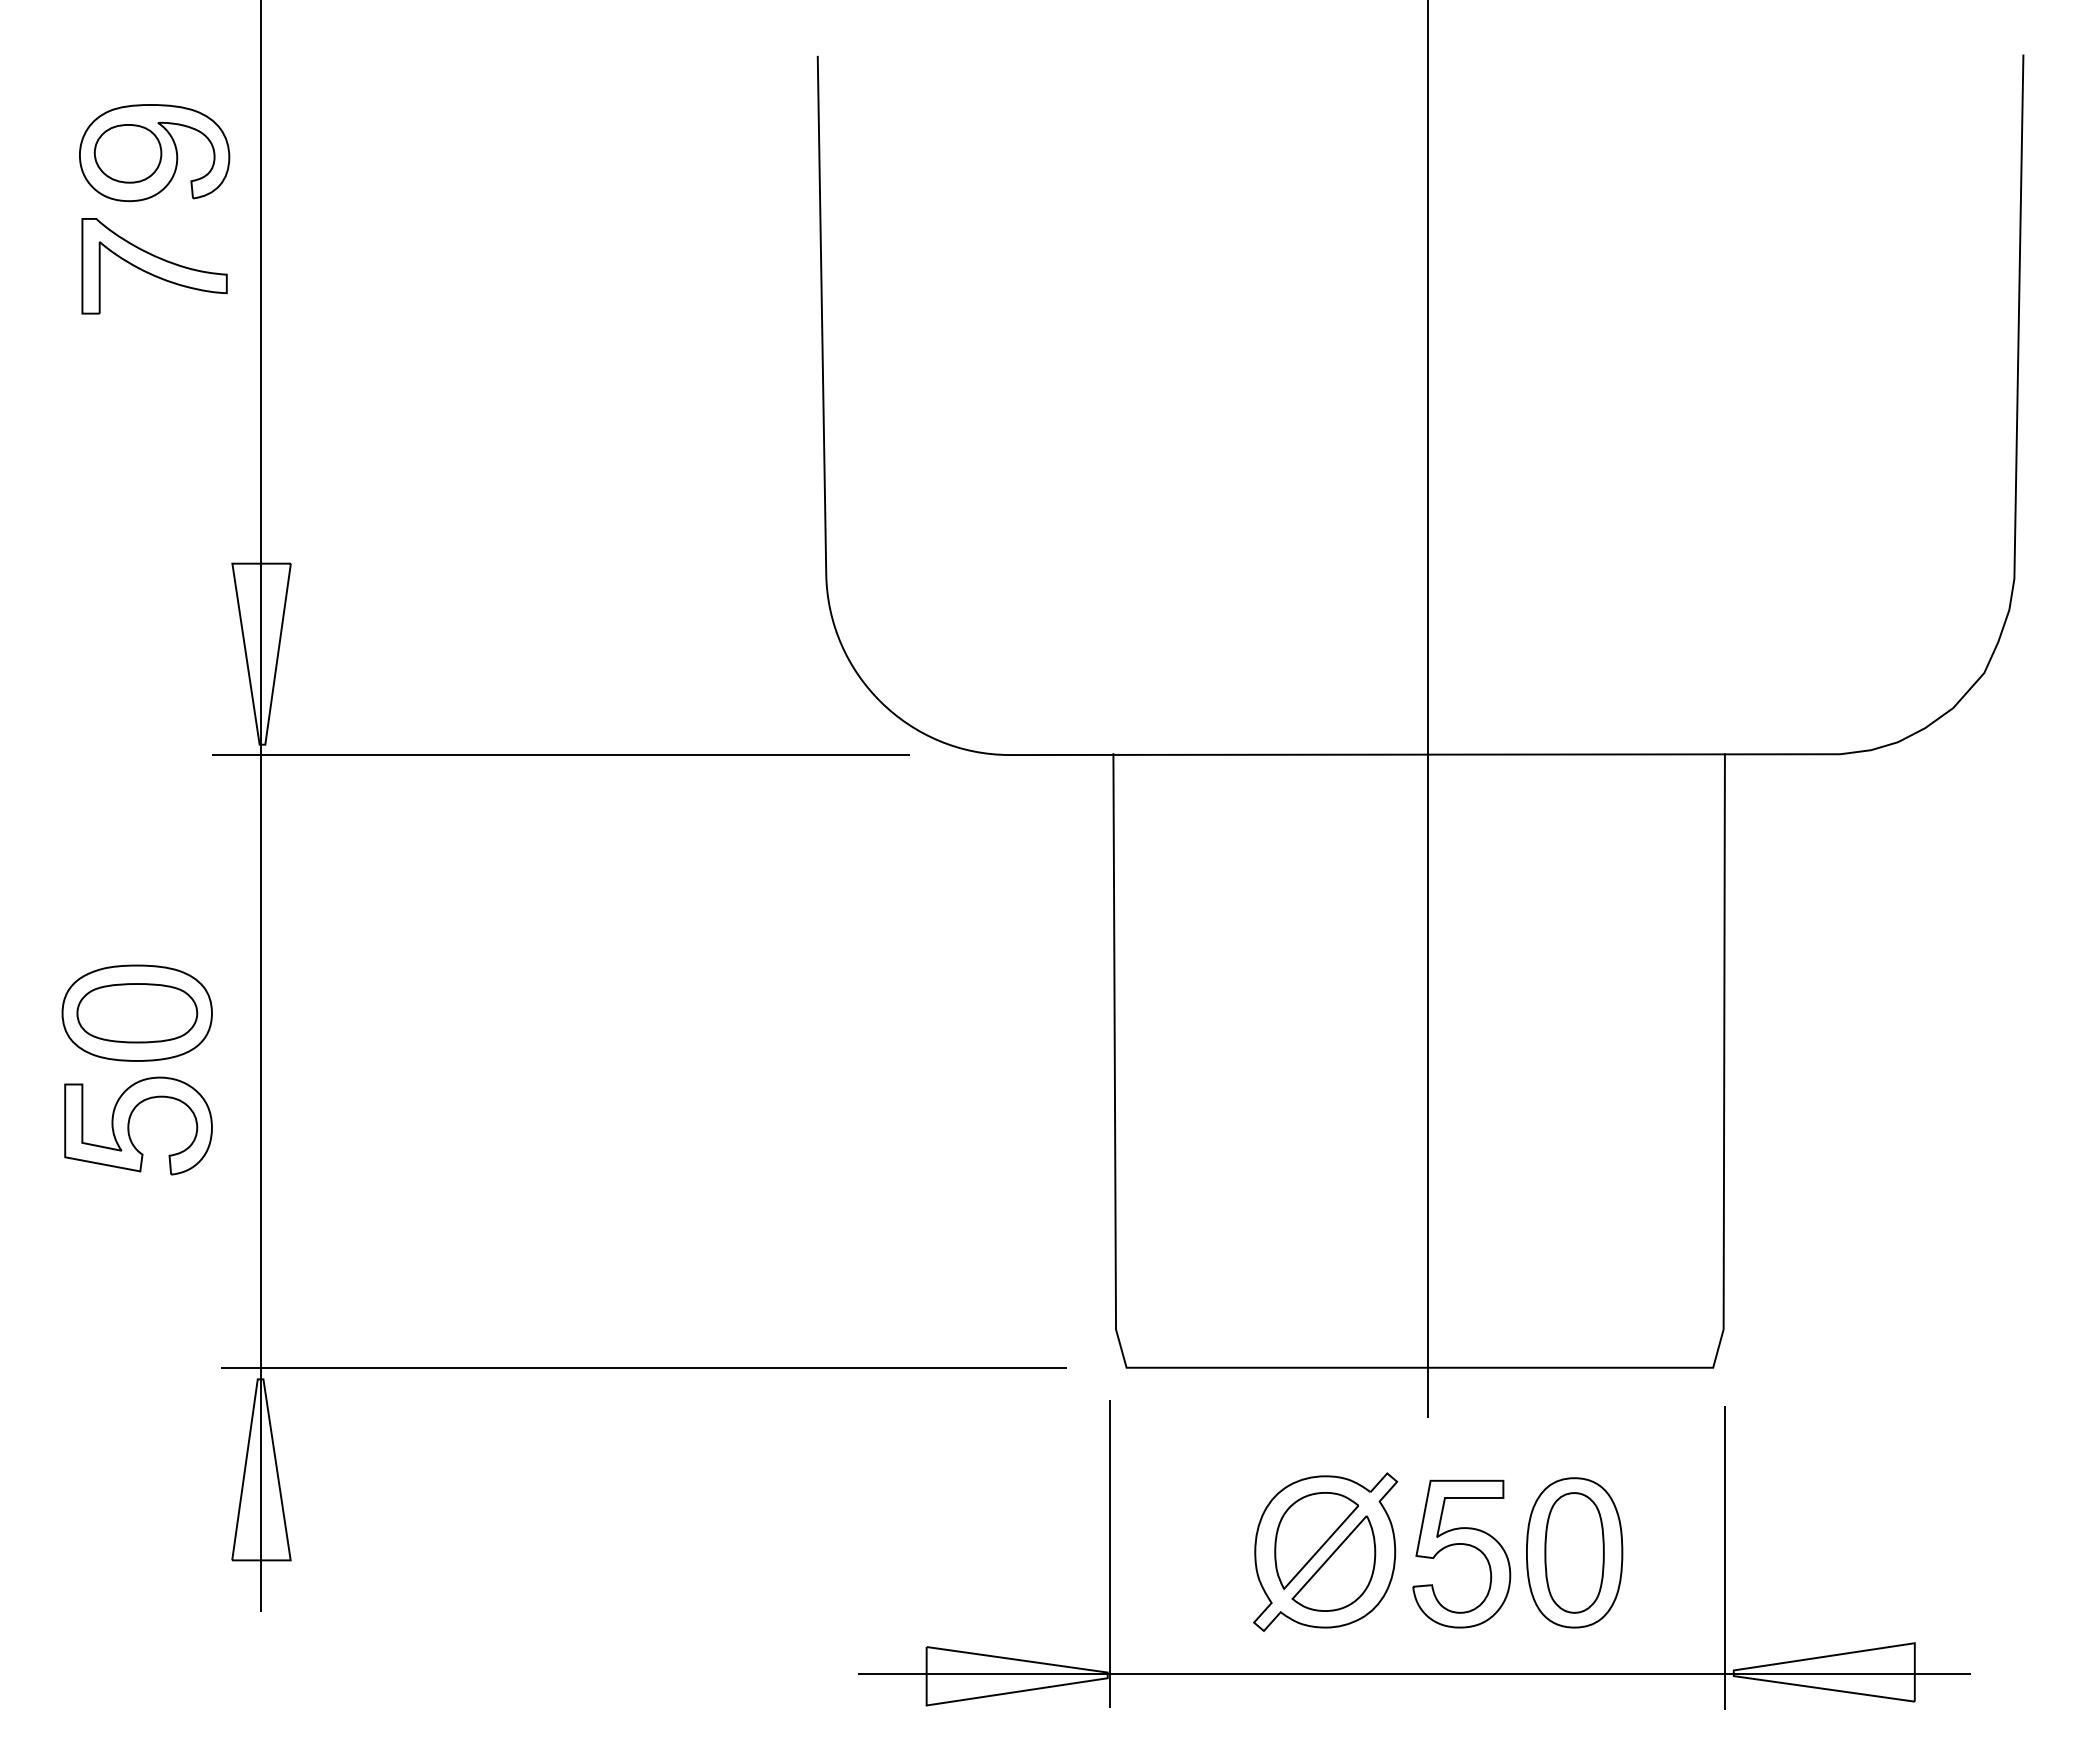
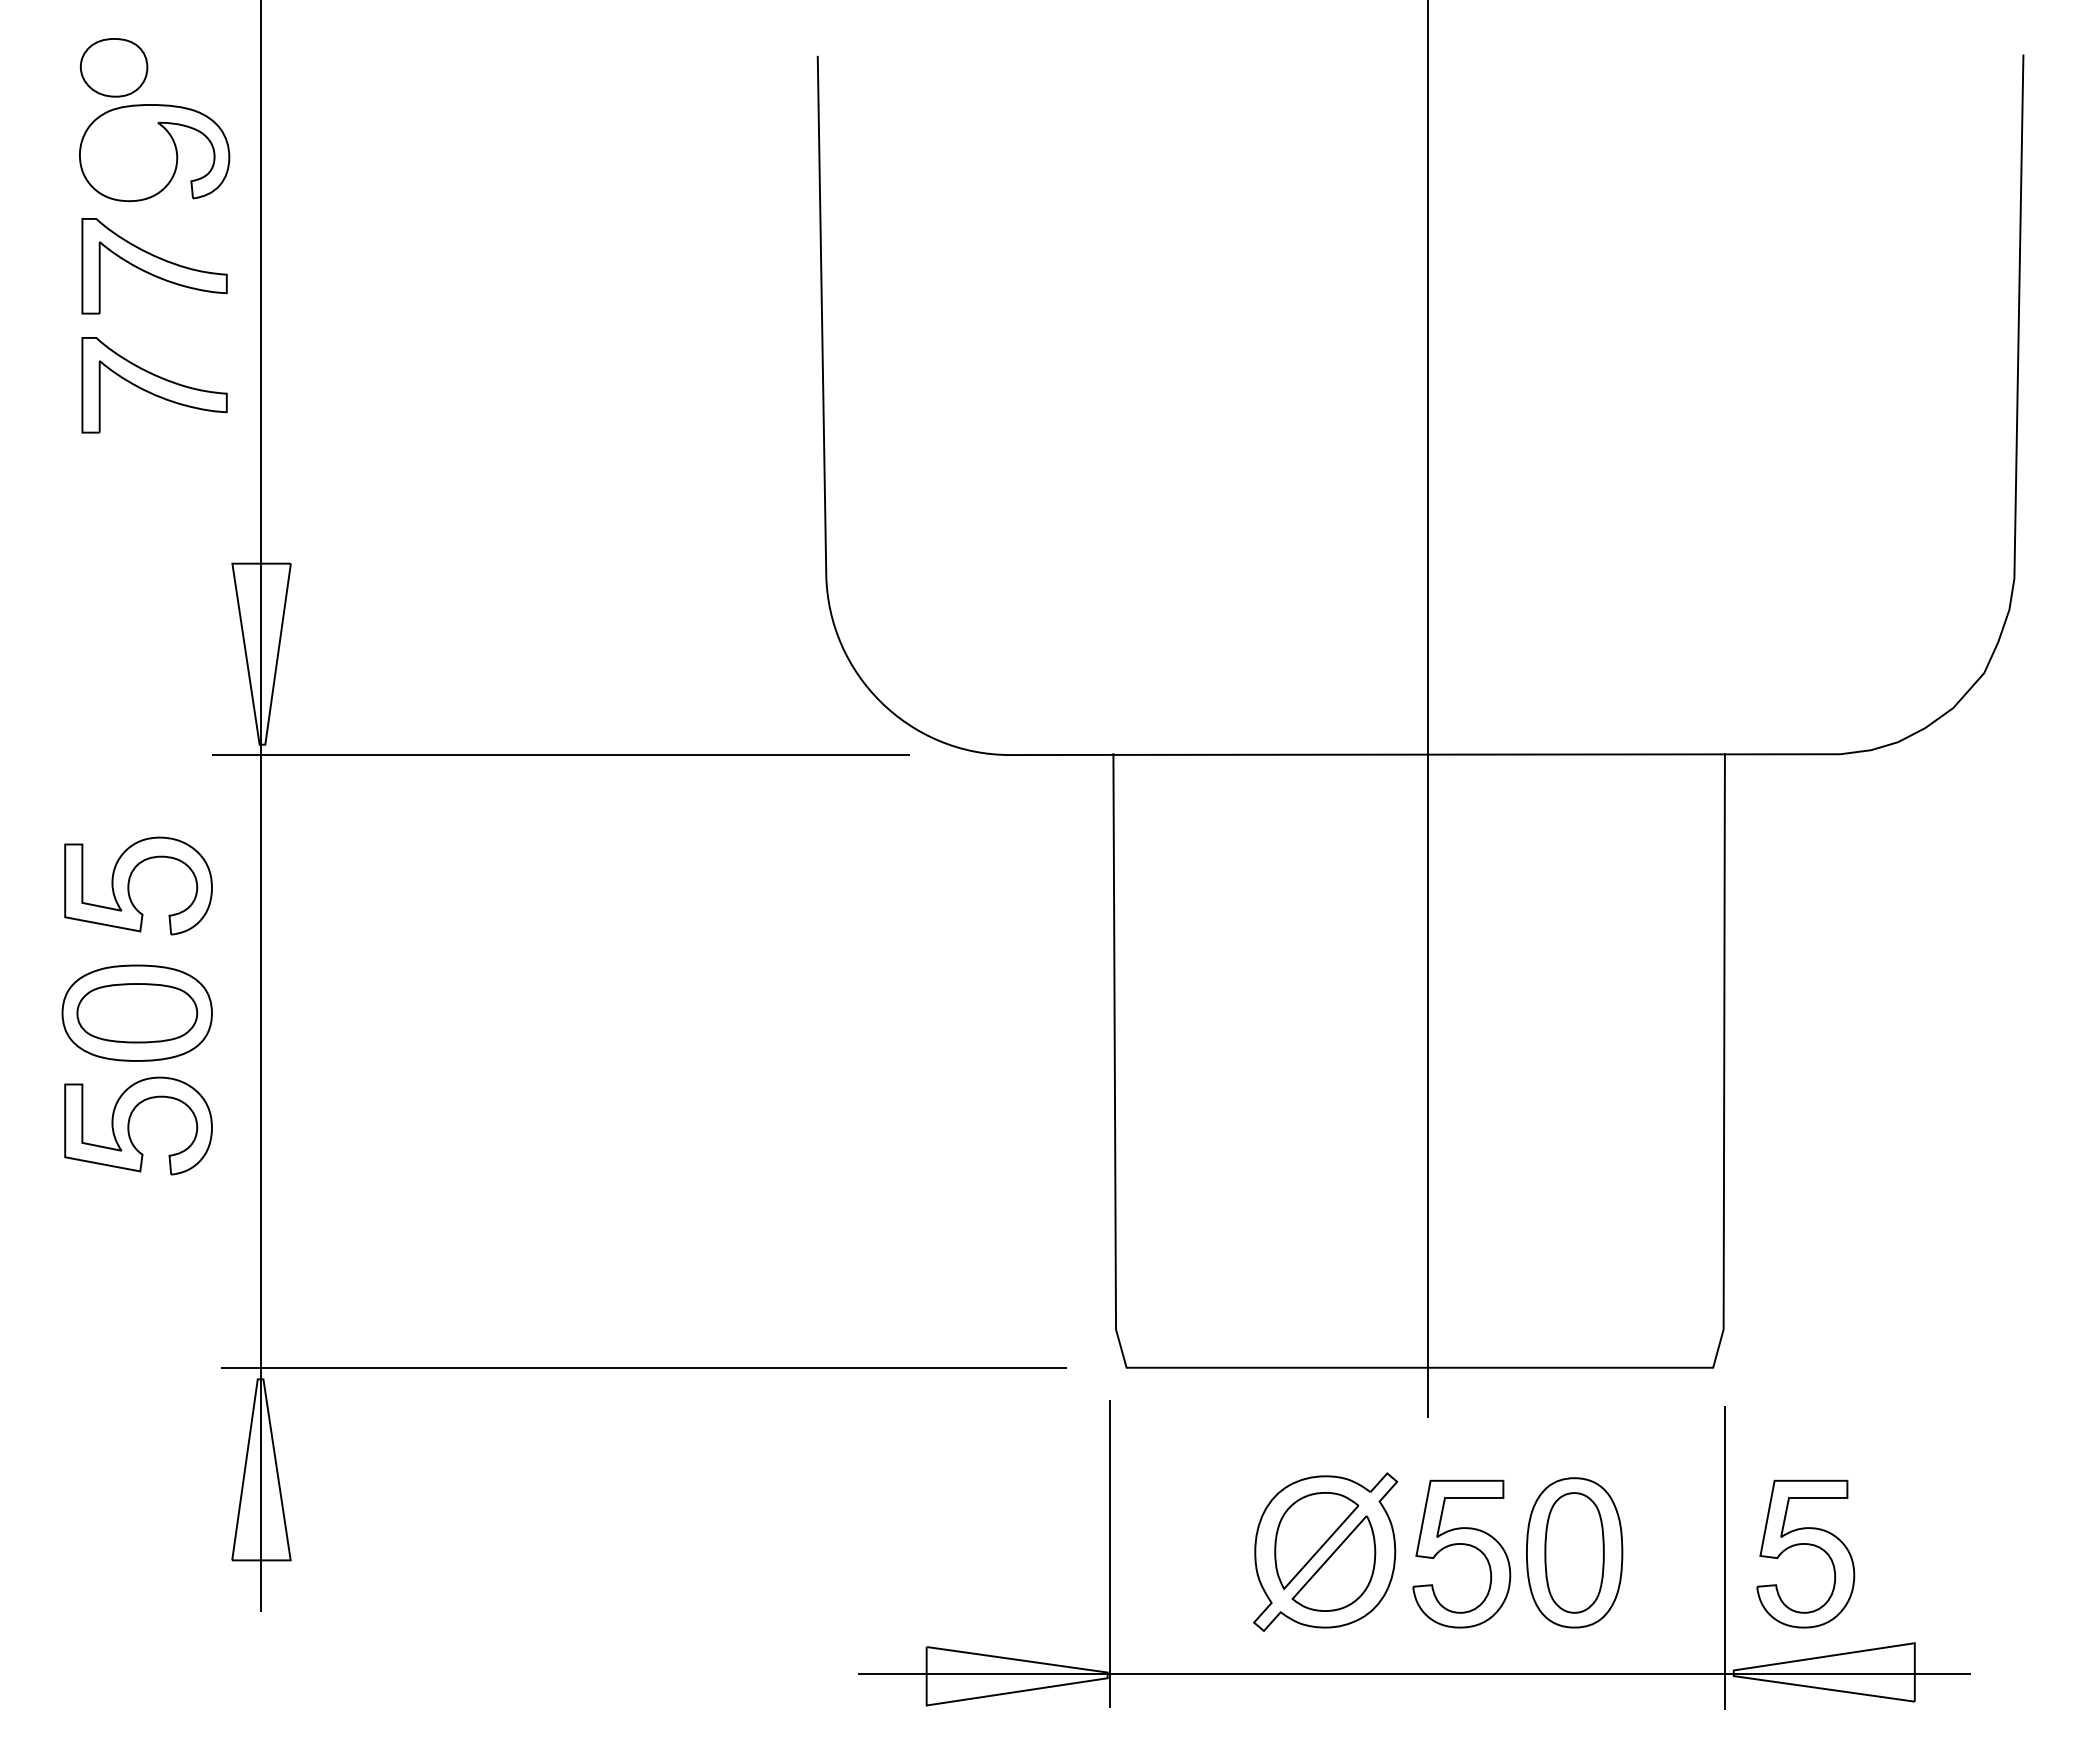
part at (127, 153) position: (127, 153) -> (113, 67)
part at (154, 385): none -> present
part at (129, 885): none -> present
part at (1808, 1545): none -> present
